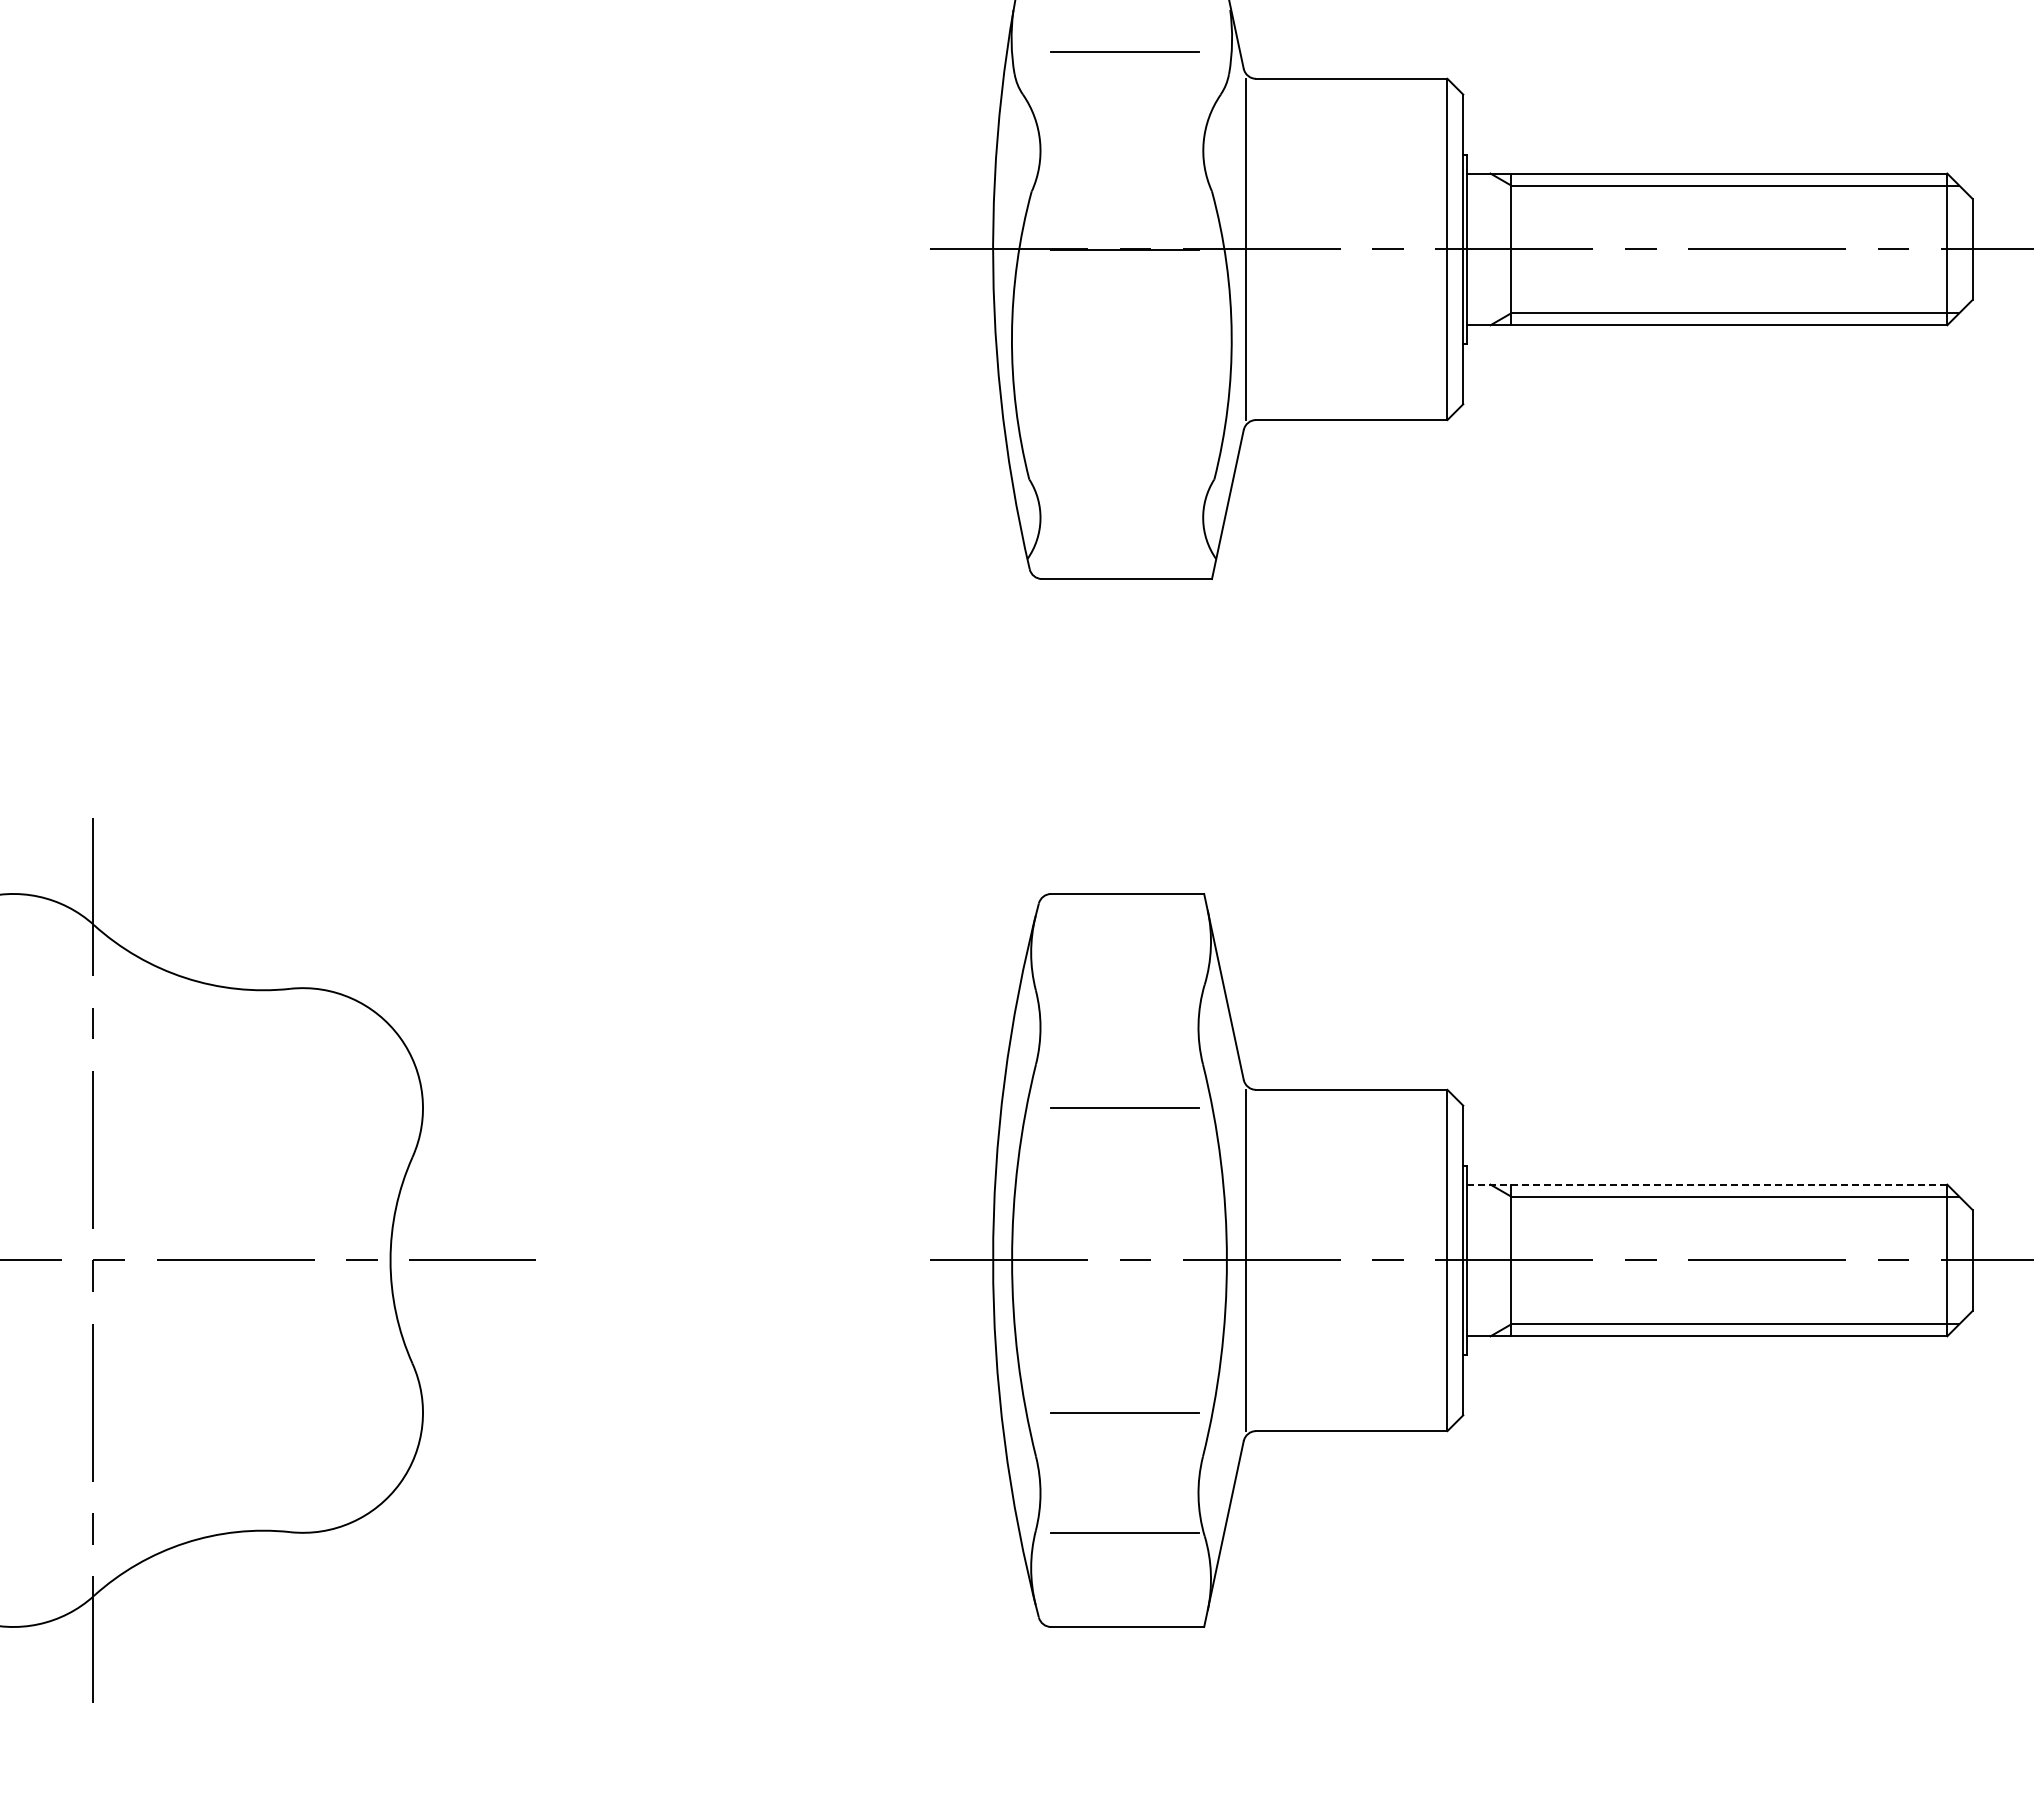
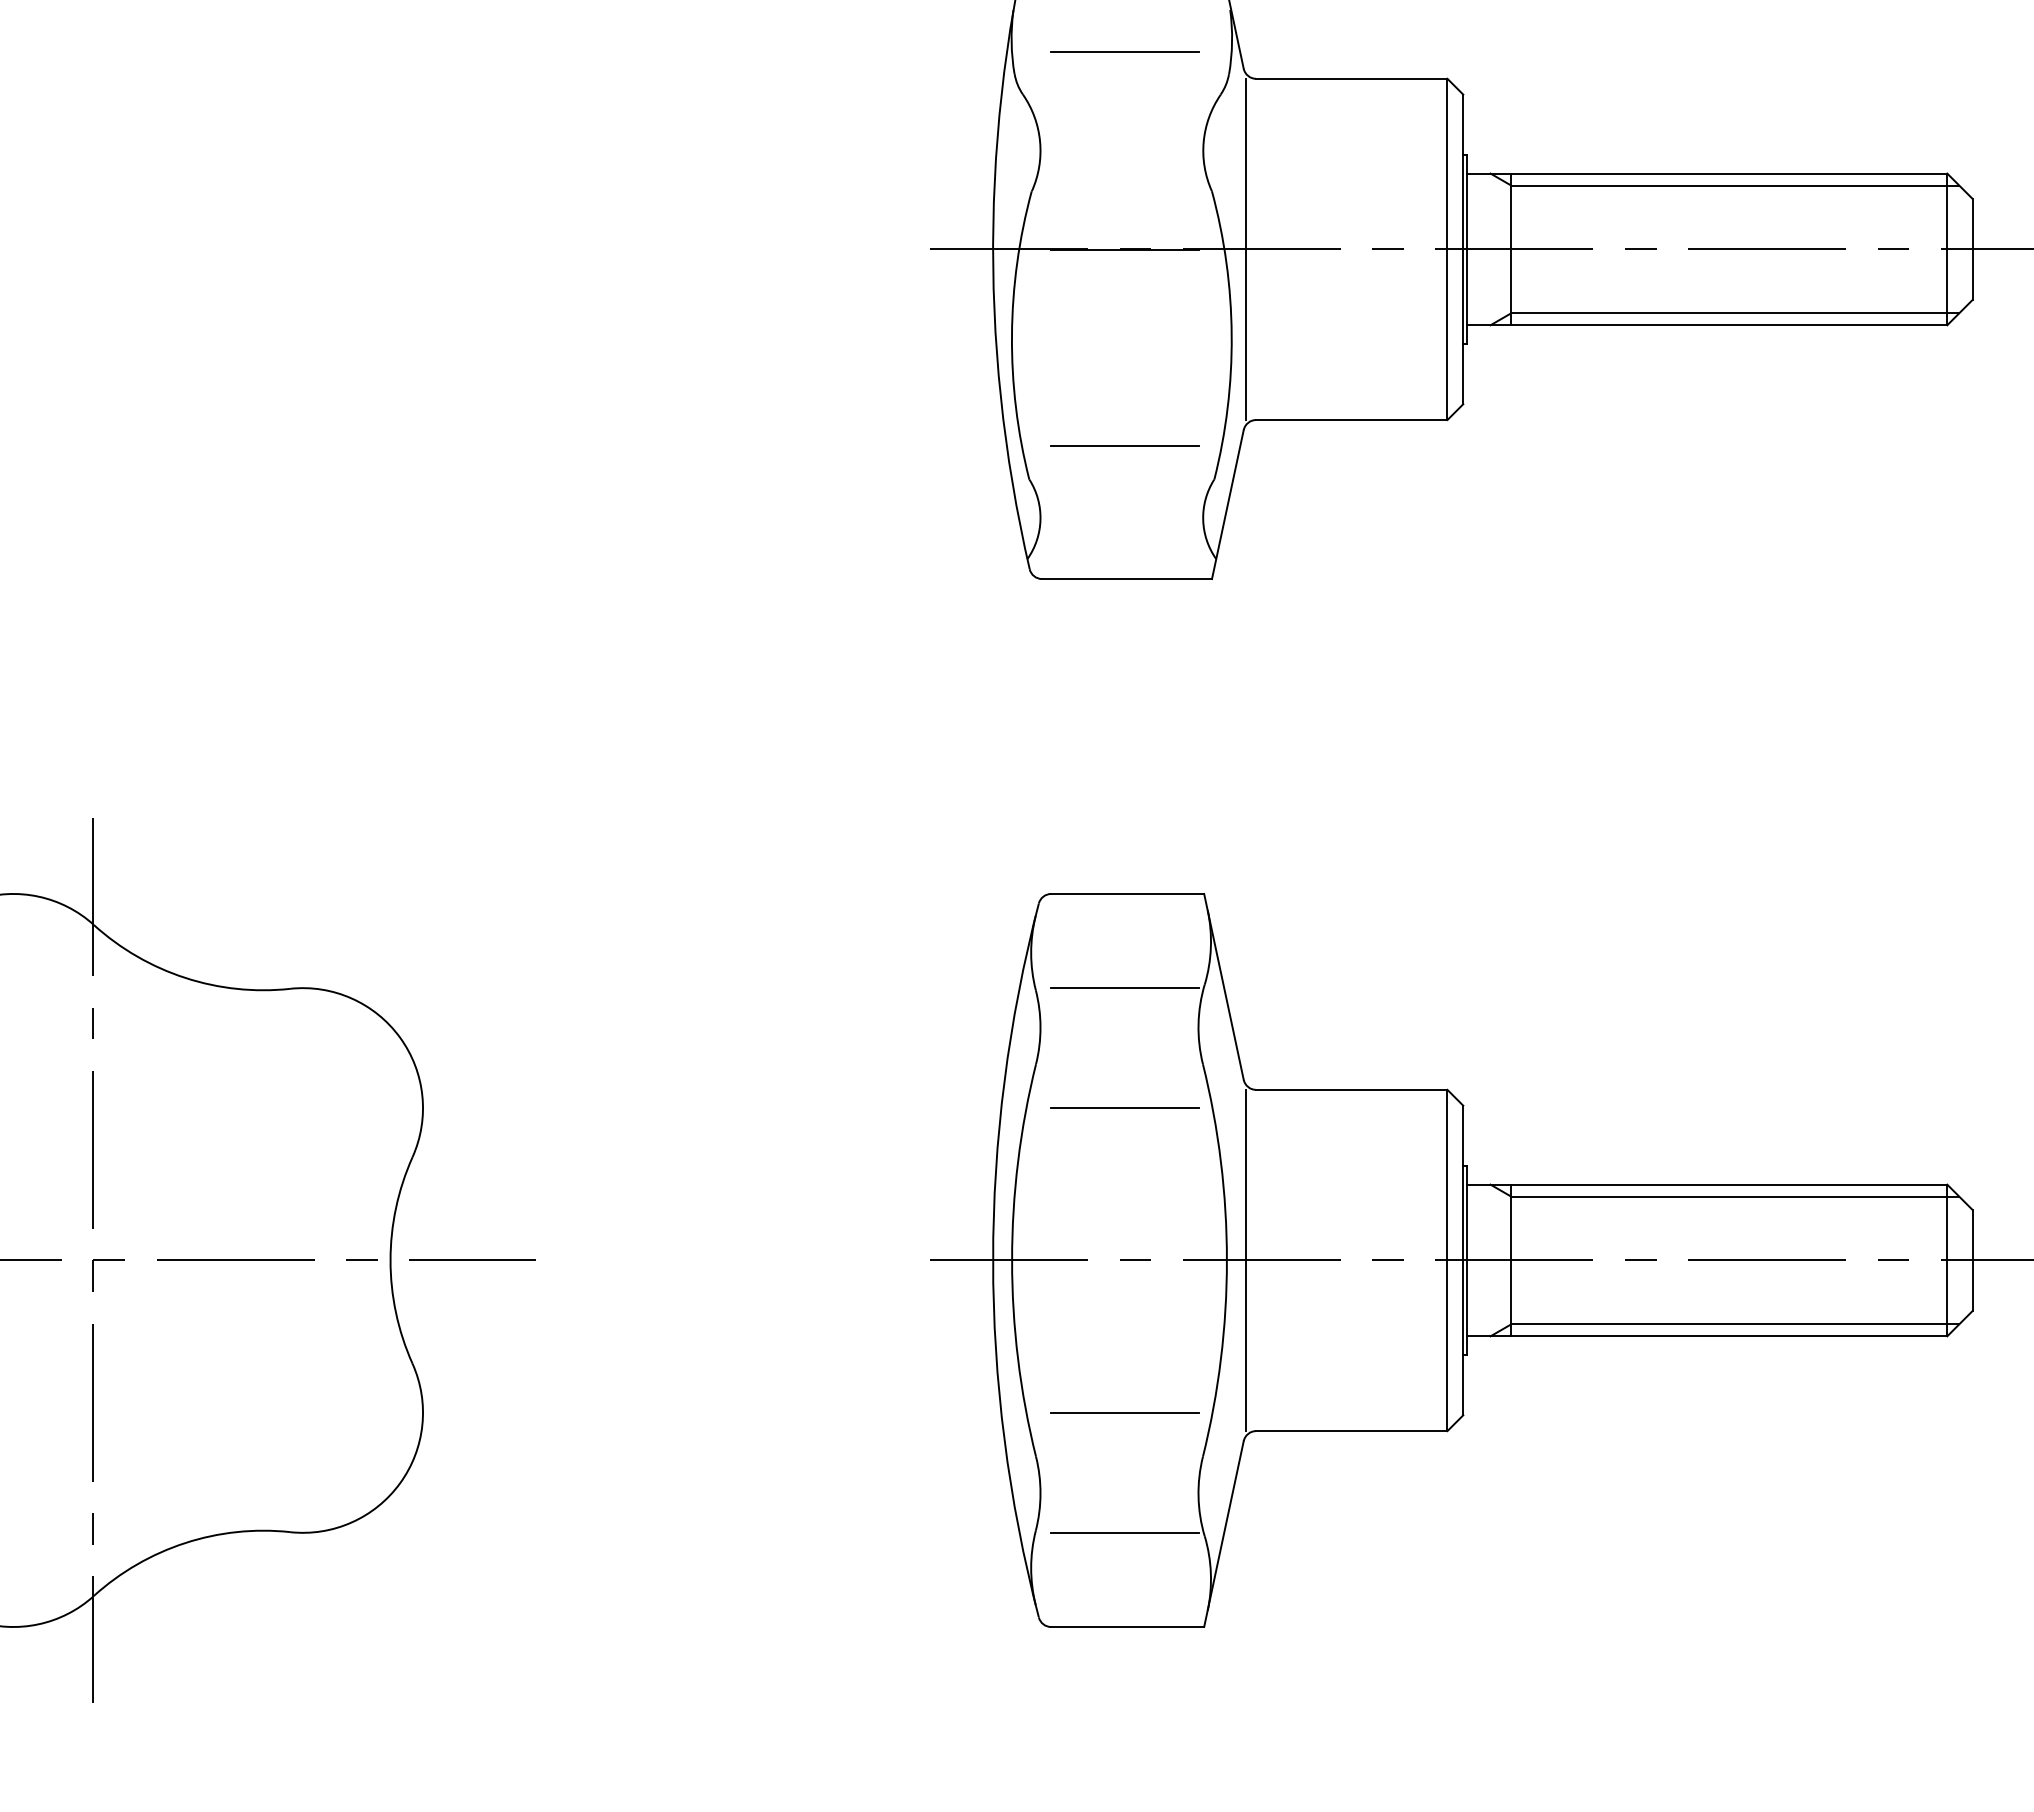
line at (1124, 446): none -> present
line at (1124, 988): none -> present
line at (1707, 1184): dashed -> solid
